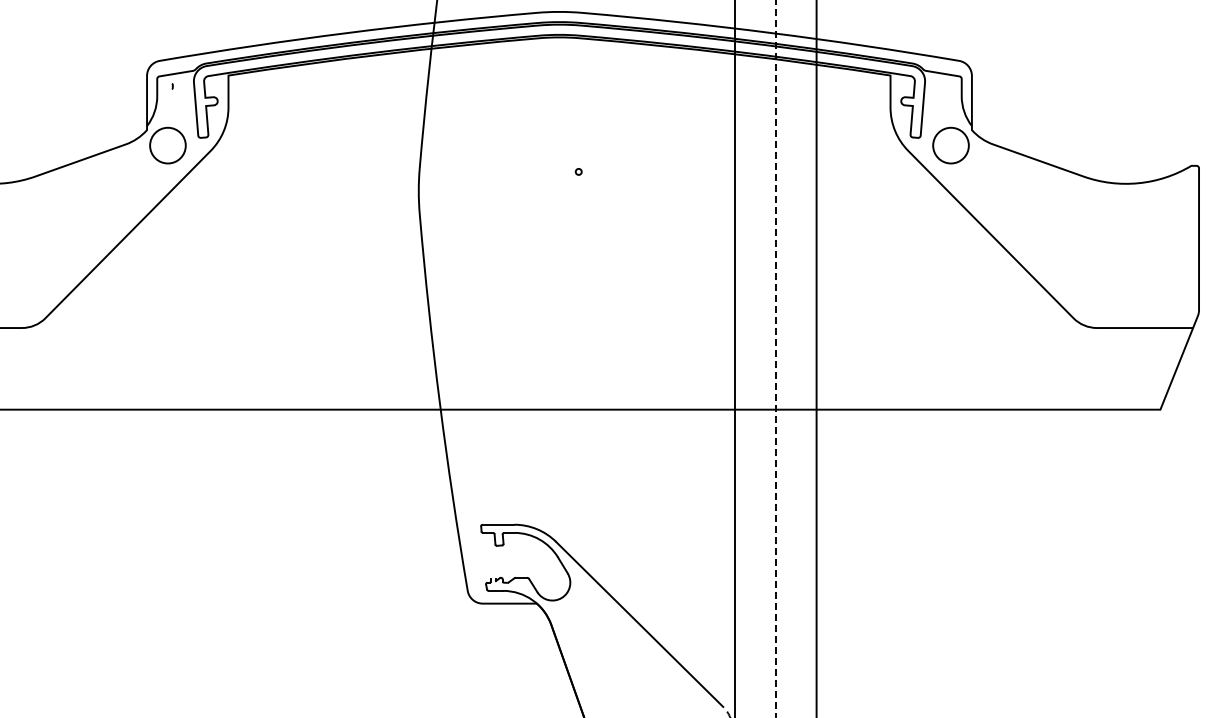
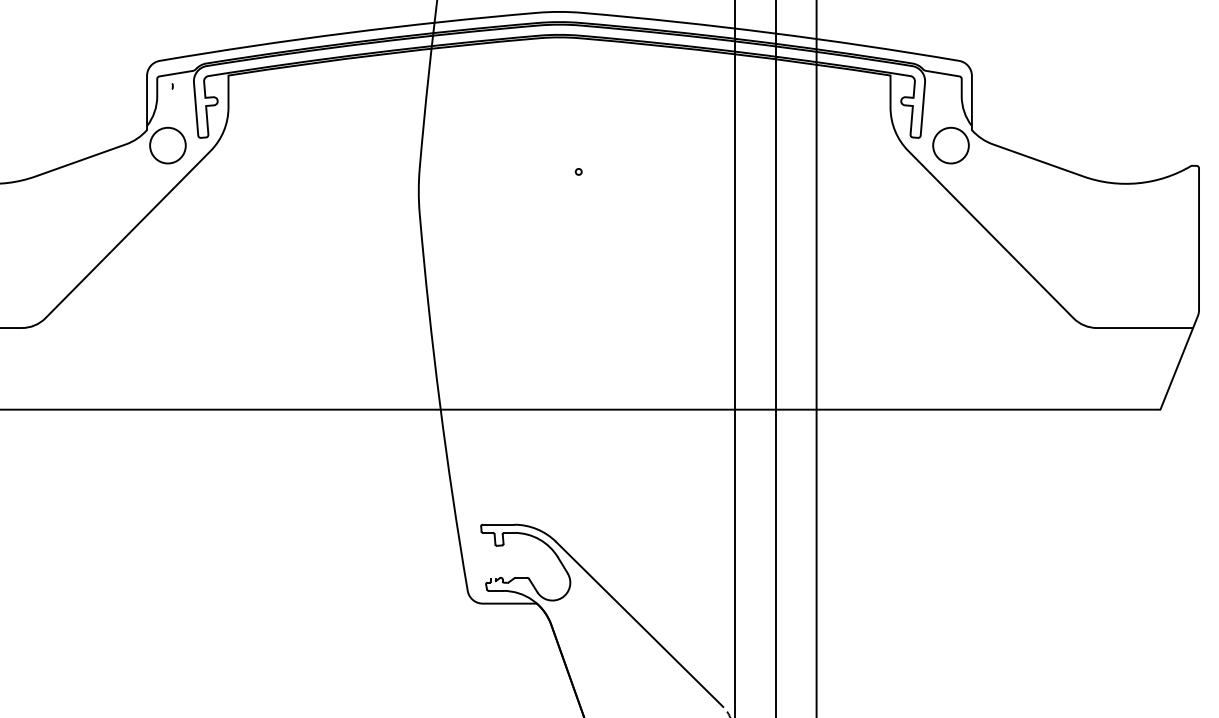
line at (775, 358): dashed -> solid
